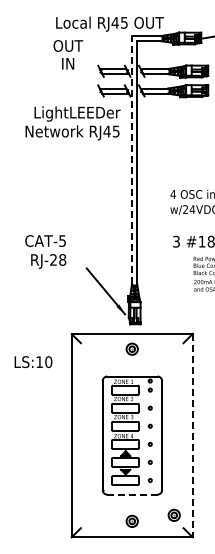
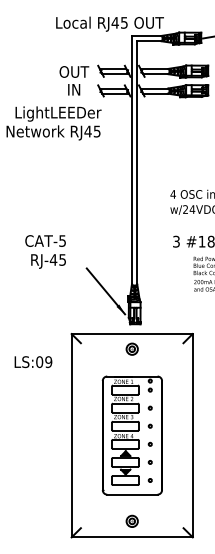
text at (68, 54) position: (68, 54) -> (74, 80)
text at (72, 123) position: (72, 123) -> (53, 123)
line at (131, 159): dashed -> solid
text at (57, 259): RJ-28 -> RJ-45
text at (44, 362): LS:10 -> LS:09
line at (192, 435): dashed -> solid
line at (131, 494): dashed -> solid
part at (173, 514): present -> none
